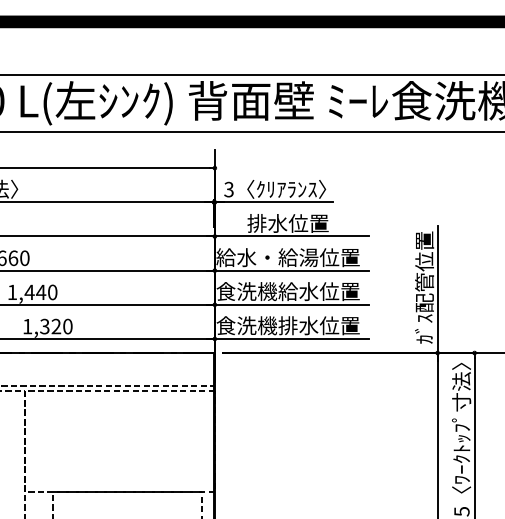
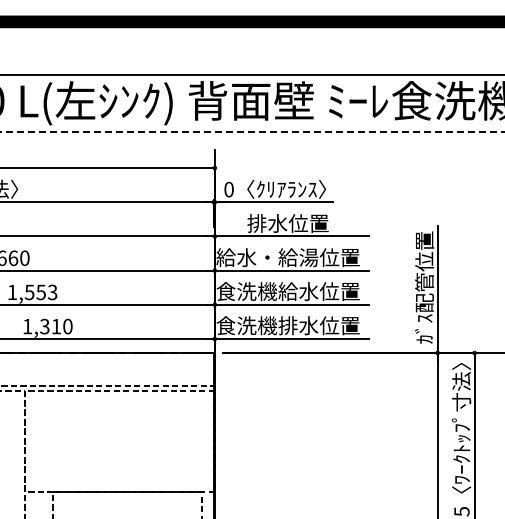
line at (252, 132): solid -> dashed
text at (228, 189): 3 -> 0
text at (40, 292): 1,440 -> 1,553
text at (56, 326): 1,320 -> 1,310
